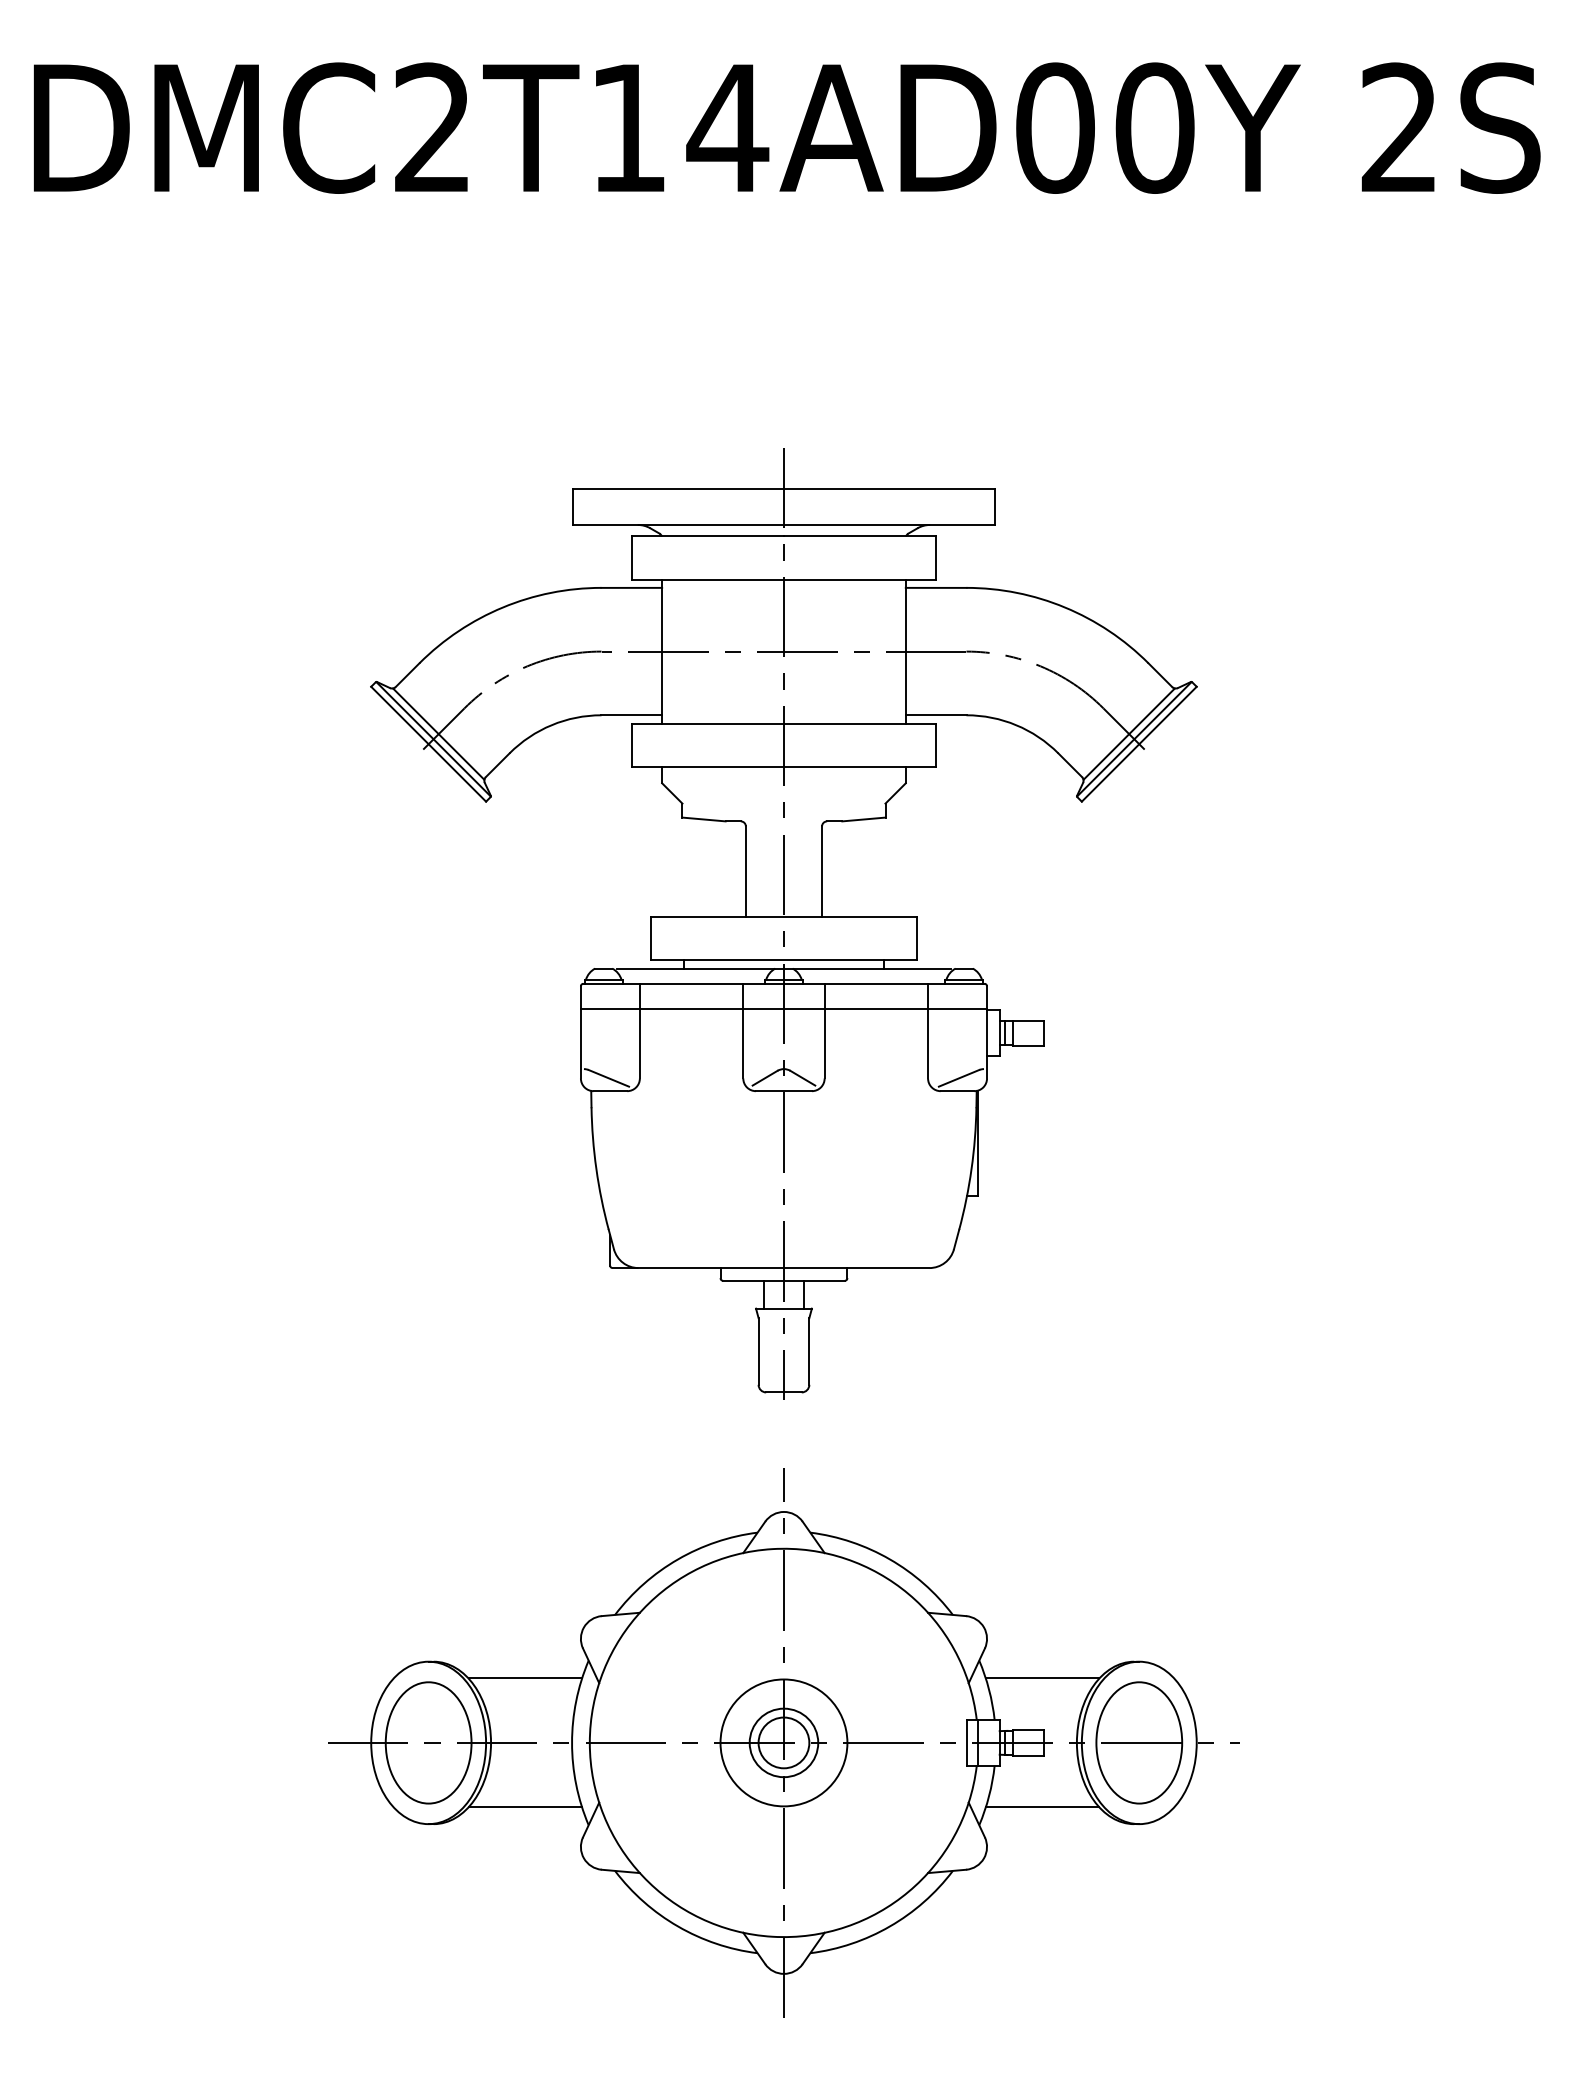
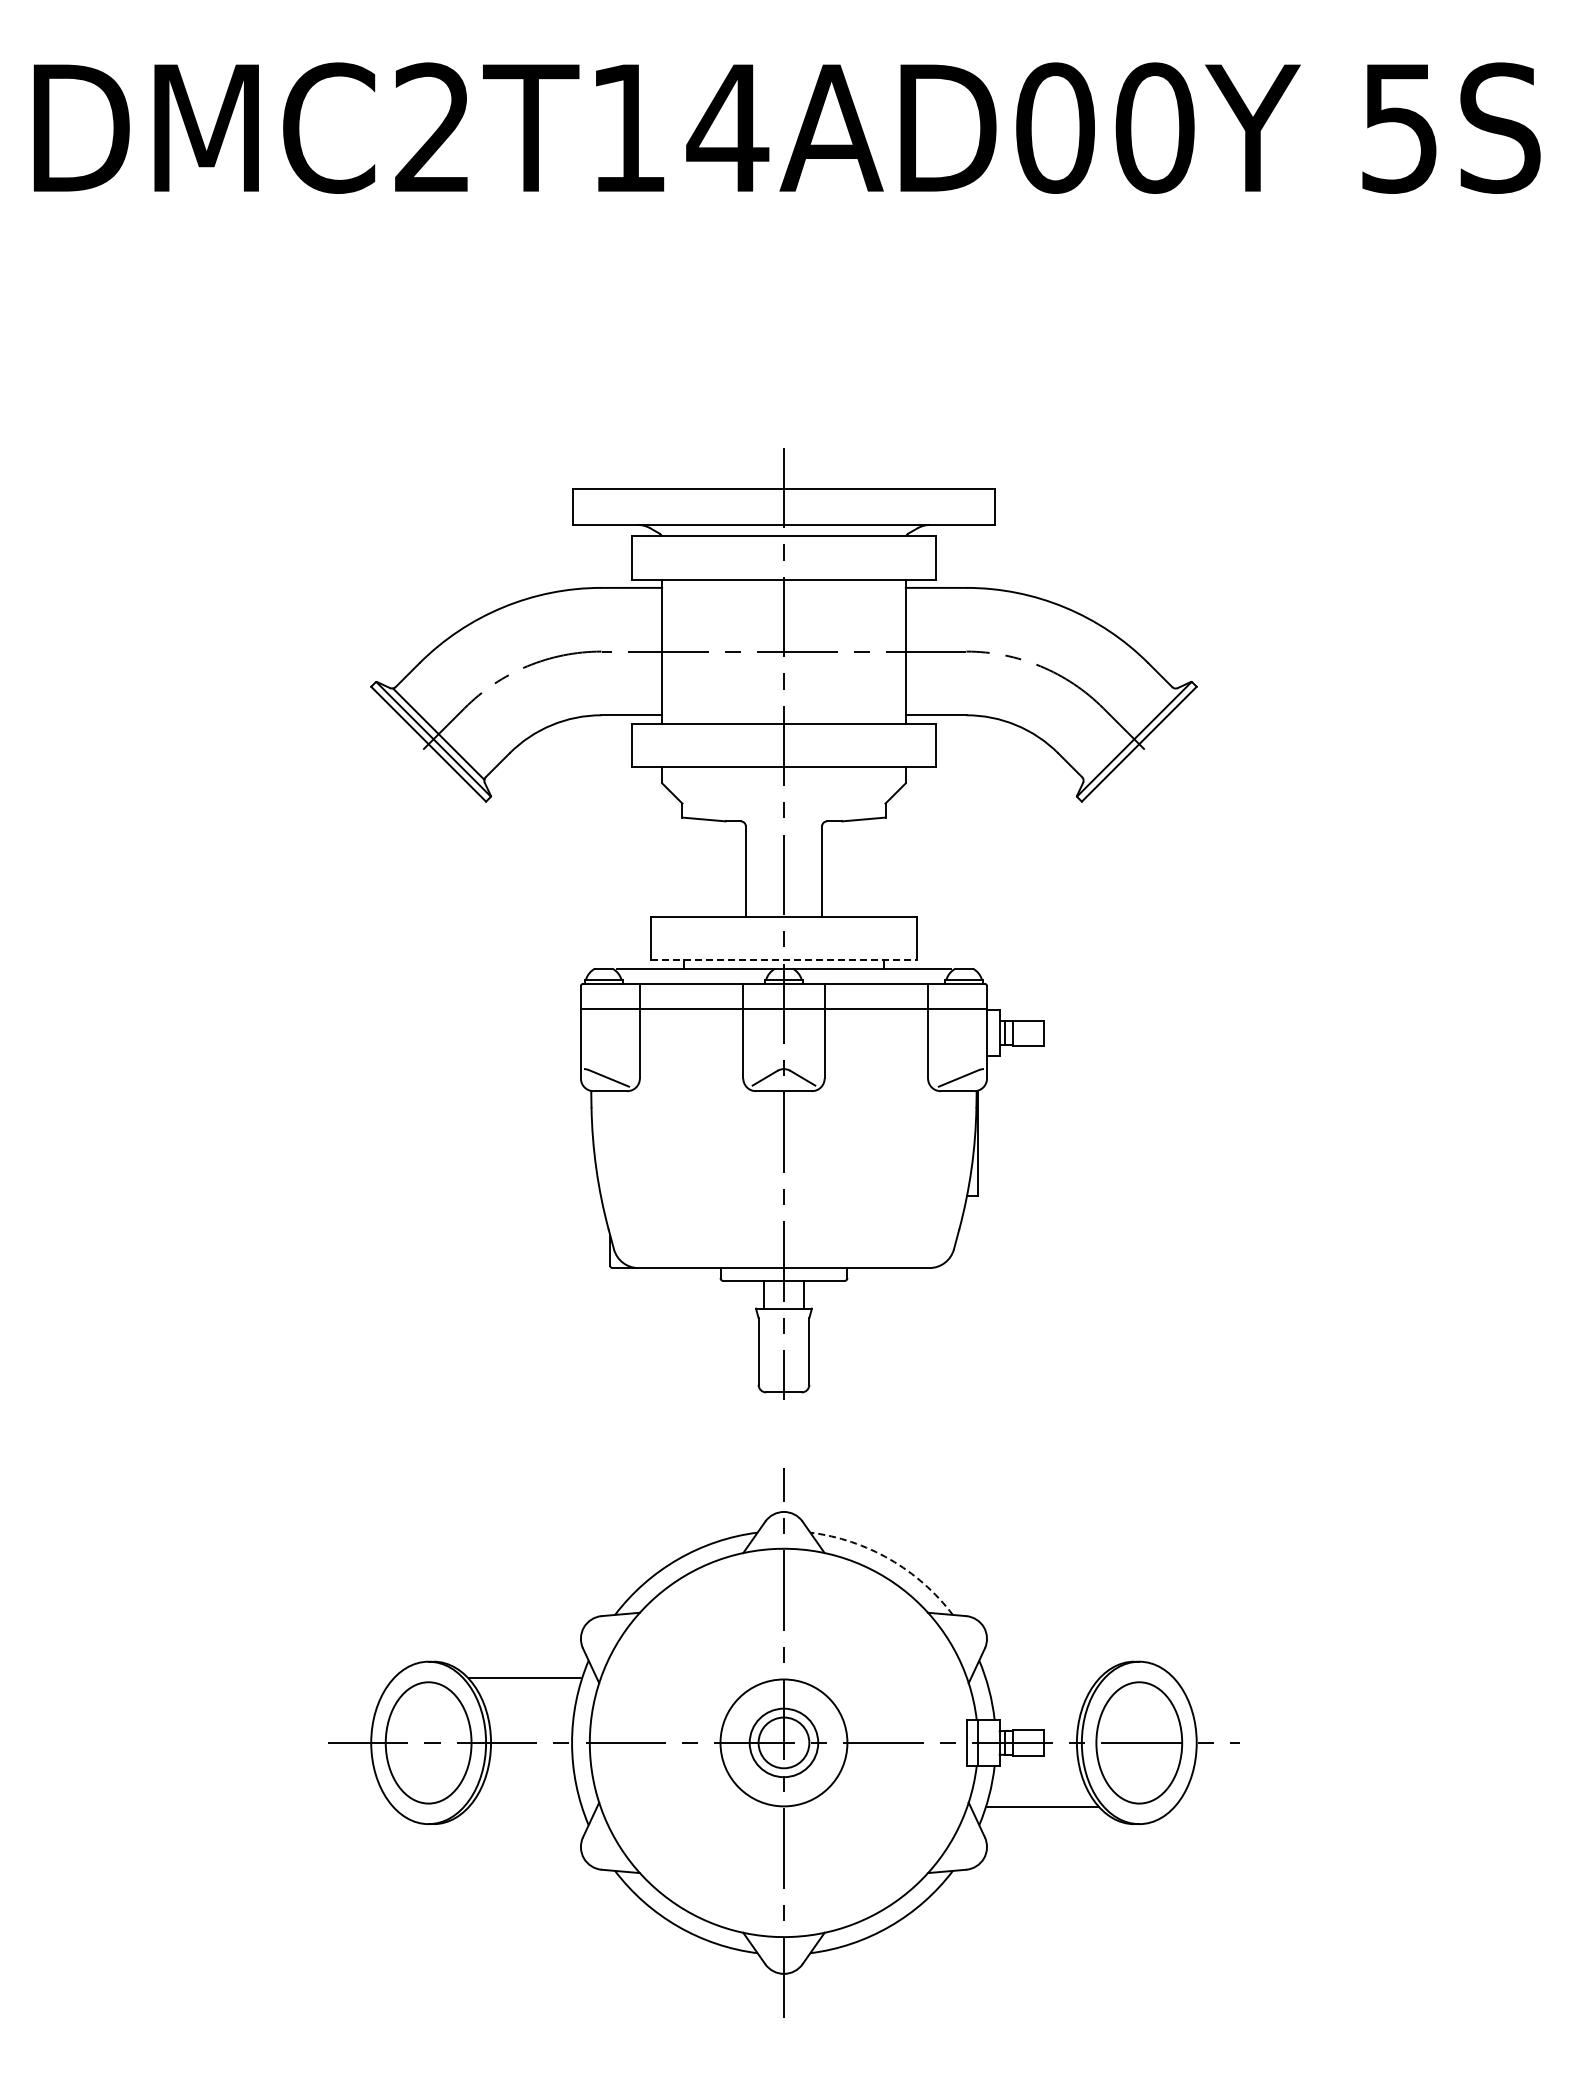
text at (1398, 127): 2S -> 5S
line at (1128, 733): present -> none
line at (784, 959): solid -> dashed
arc at (889, 1559): solid -> dashed
line at (1042, 1678): present -> none
line at (525, 1807): present -> none
